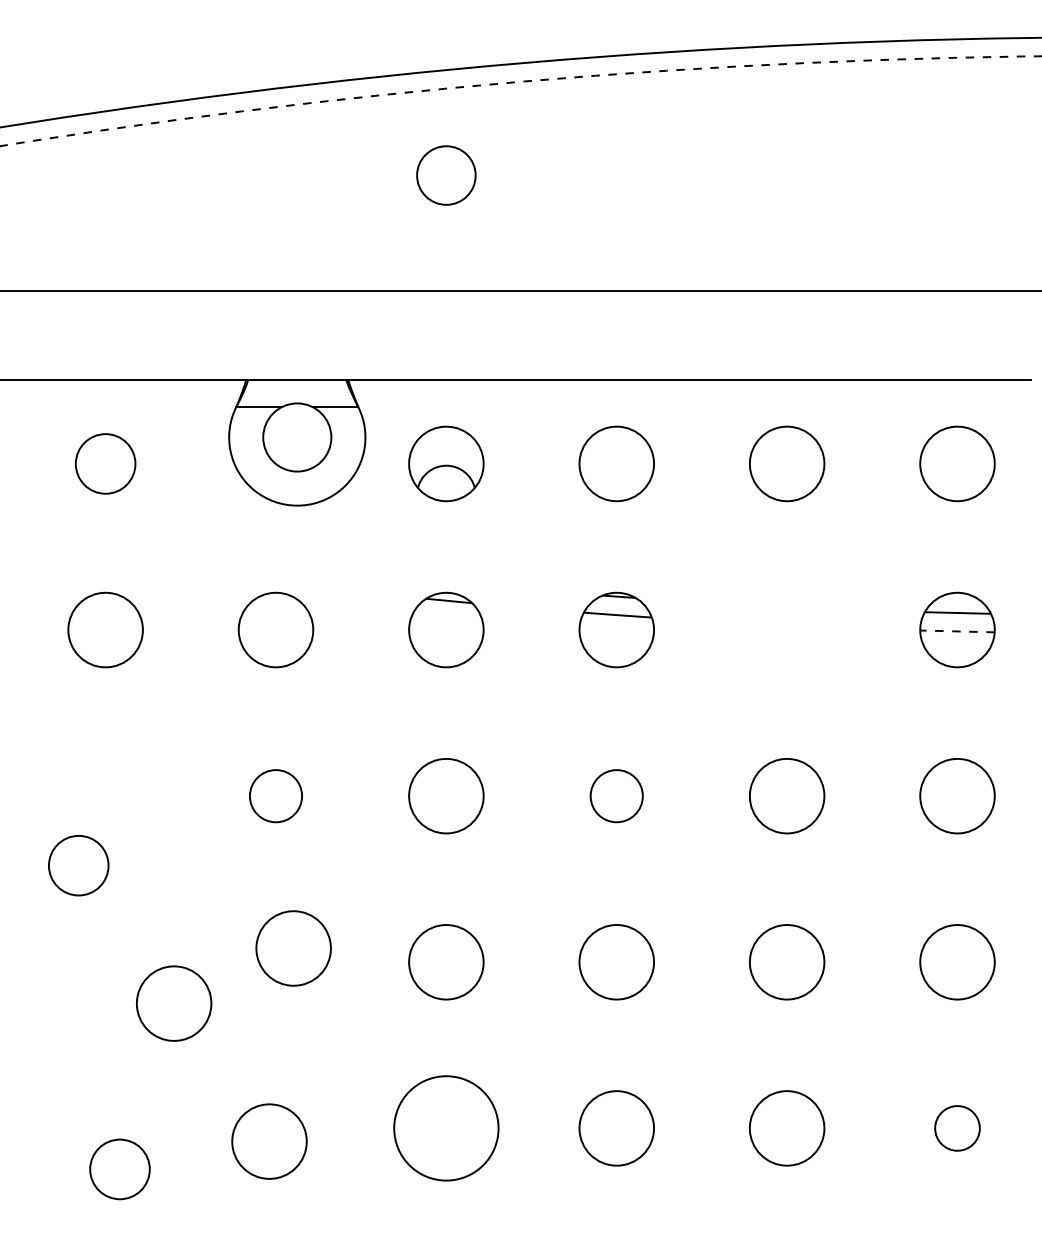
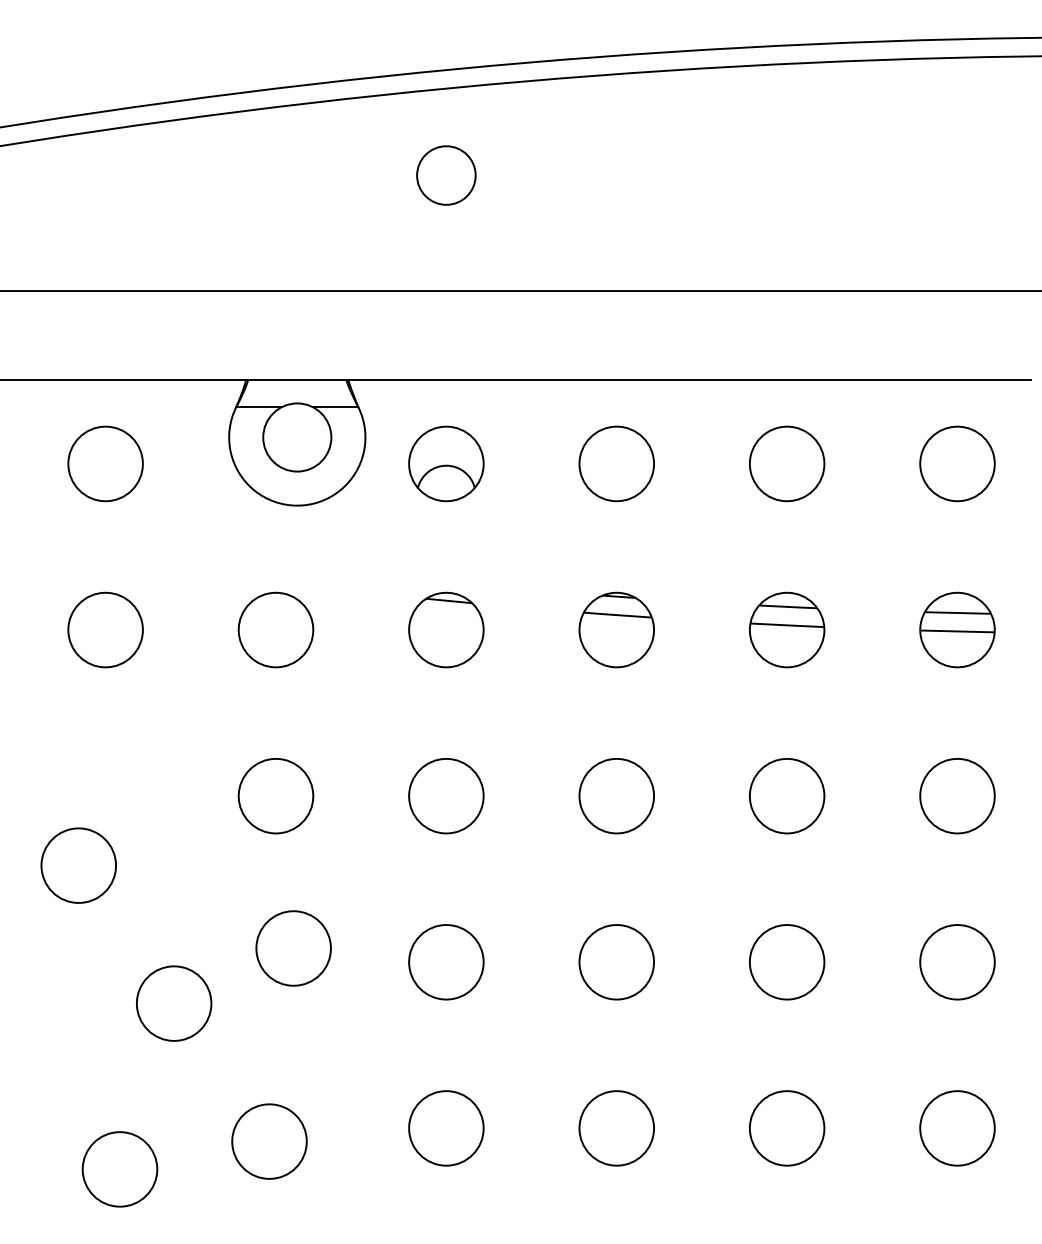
arc at (519, 81): dashed -> solid
circle at (105, 463) diameter: 60 px -> 75 px
part at (787, 629): none -> present
line at (957, 631): dashed -> solid
circle at (275, 796) diameter: 52 px -> 75 px
circle at (616, 796) diameter: 52 px -> 75 px
circle at (78, 865) diameter: 60 px -> 75 px
circle at (446, 1128) diameter: 104 px -> 75 px
circle at (957, 1128) diameter: 45 px -> 75 px
circle at (119, 1169) size: 62x63 px -> 78x77 px
